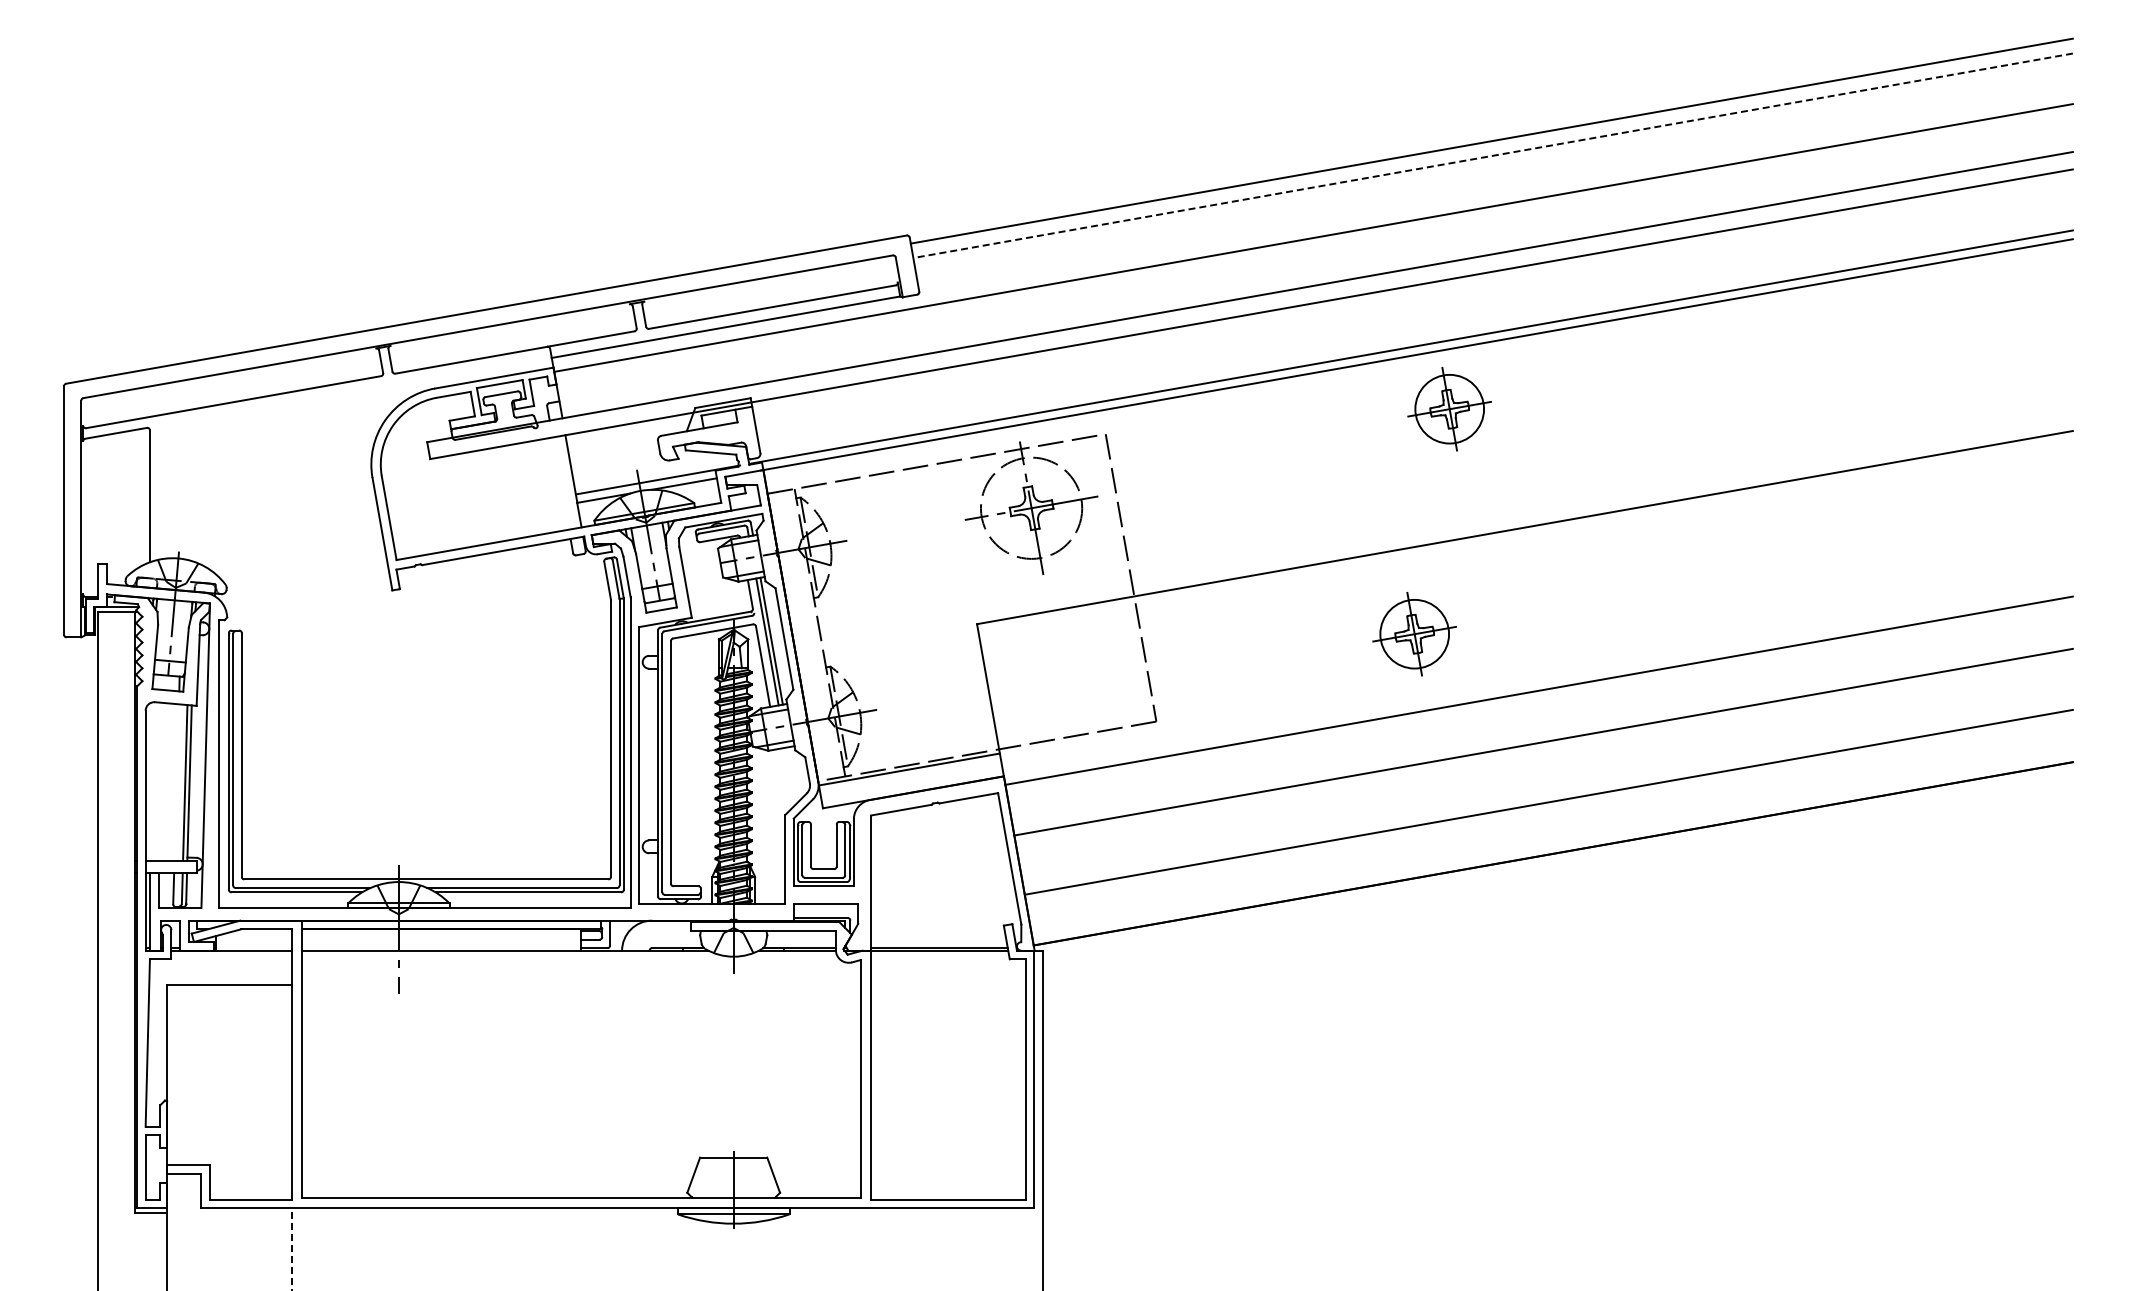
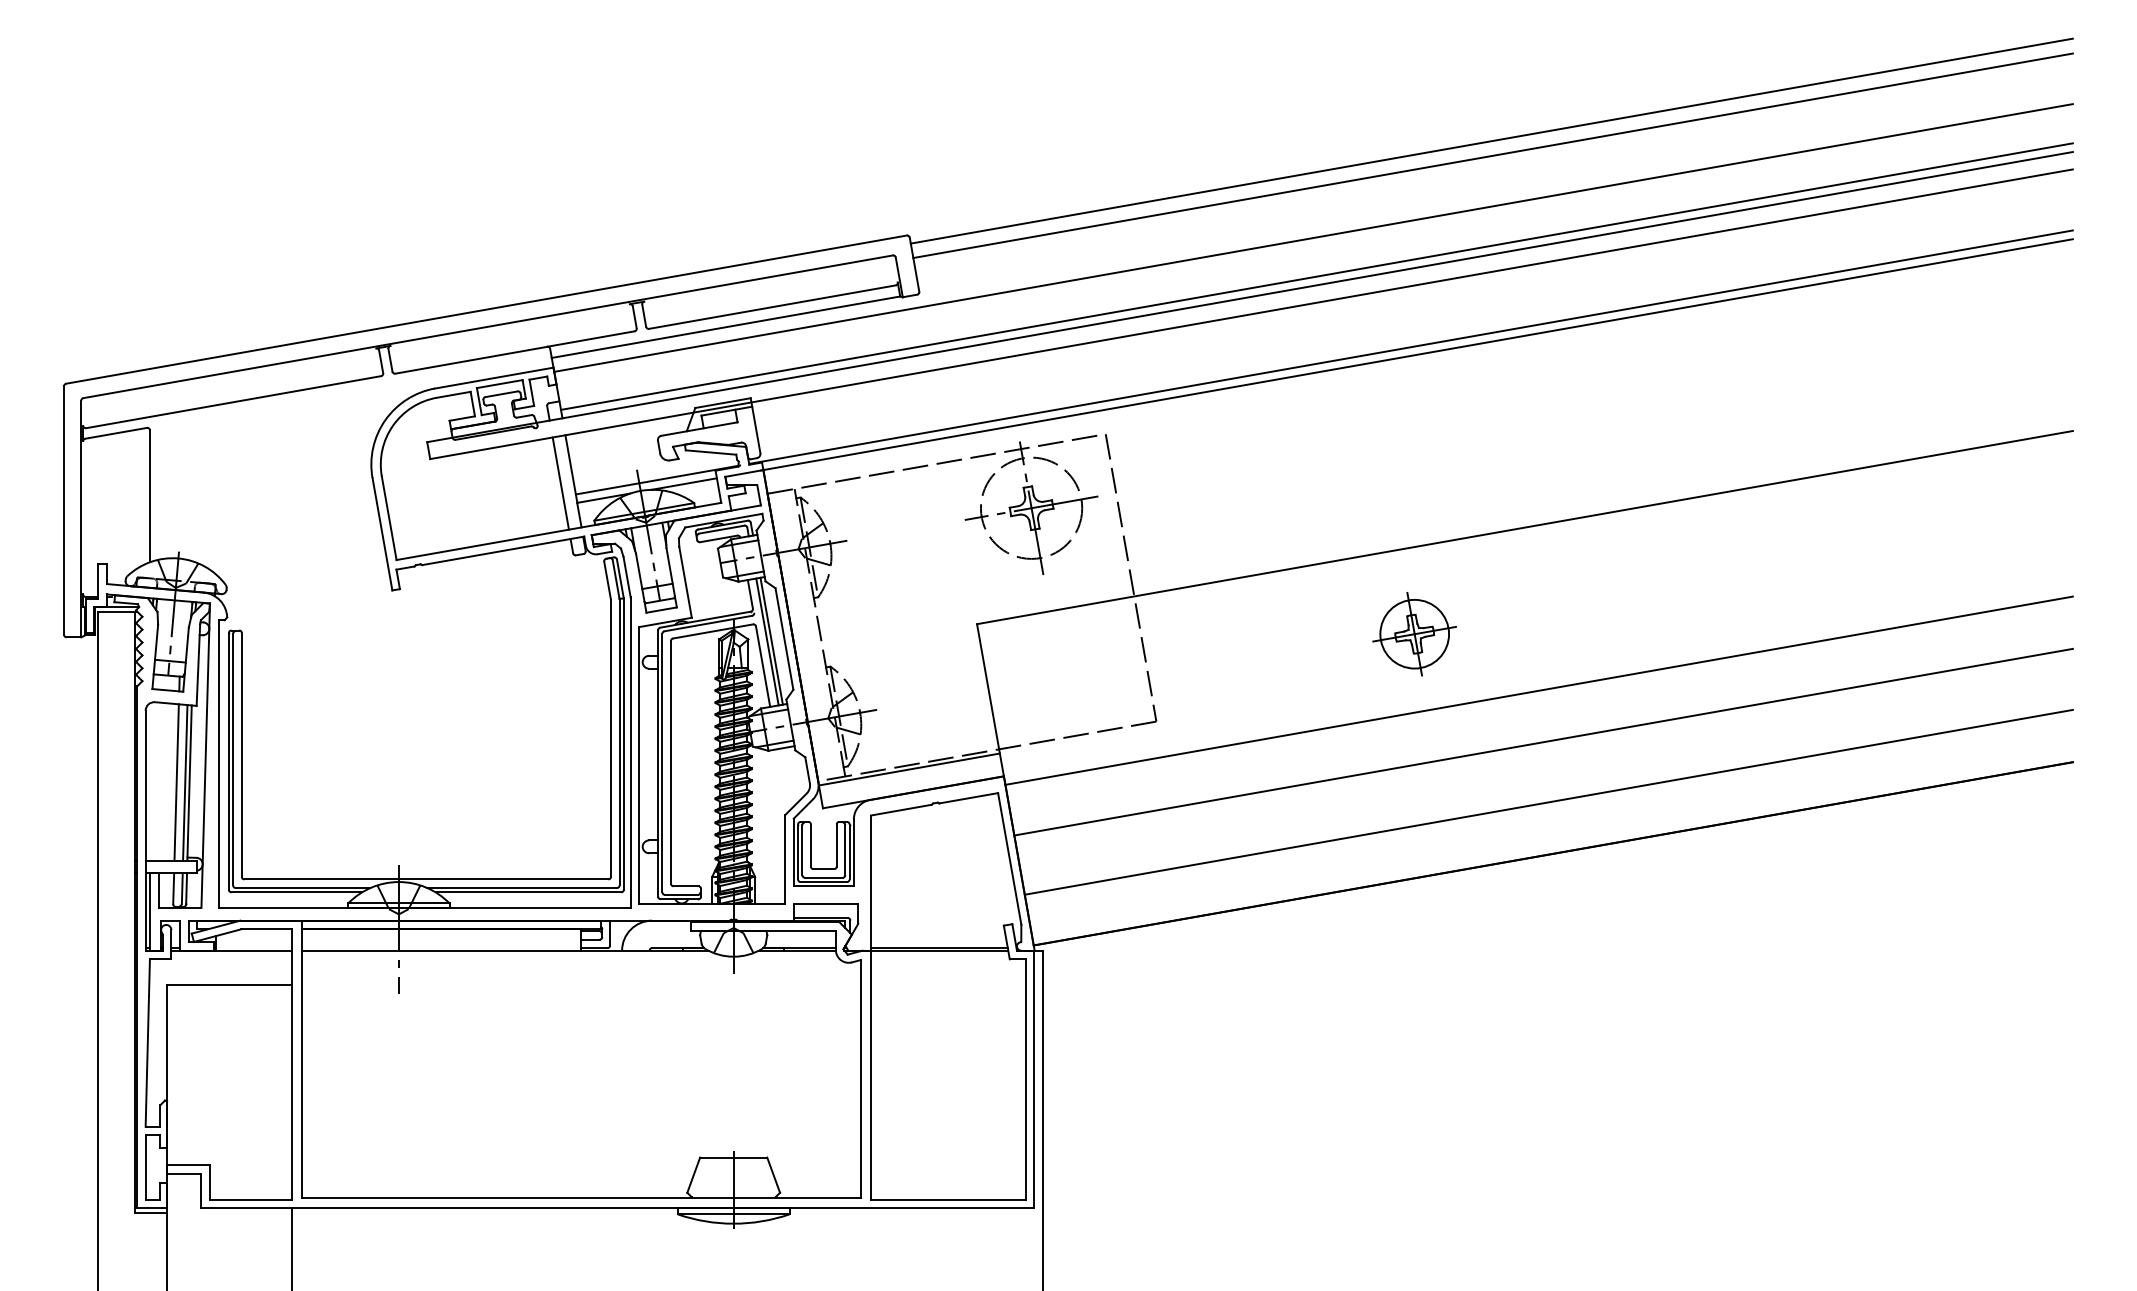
line at (1493, 155): dashed -> solid
line at (1316, 276): none -> present
part at (1449, 409): present -> none
line at (560, 483): none -> present
line at (176, 782): none -> present
line at (291, 1249): dashed -> solid
